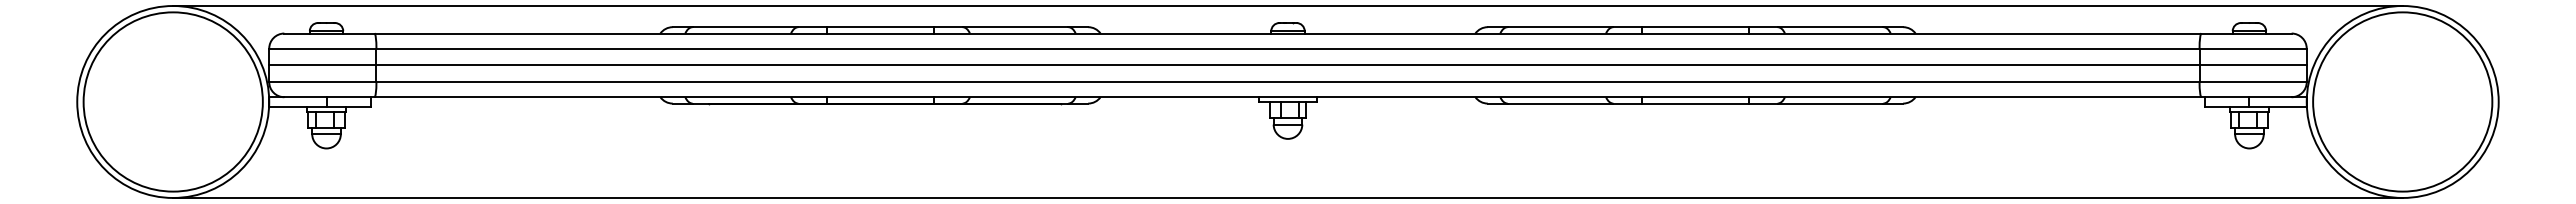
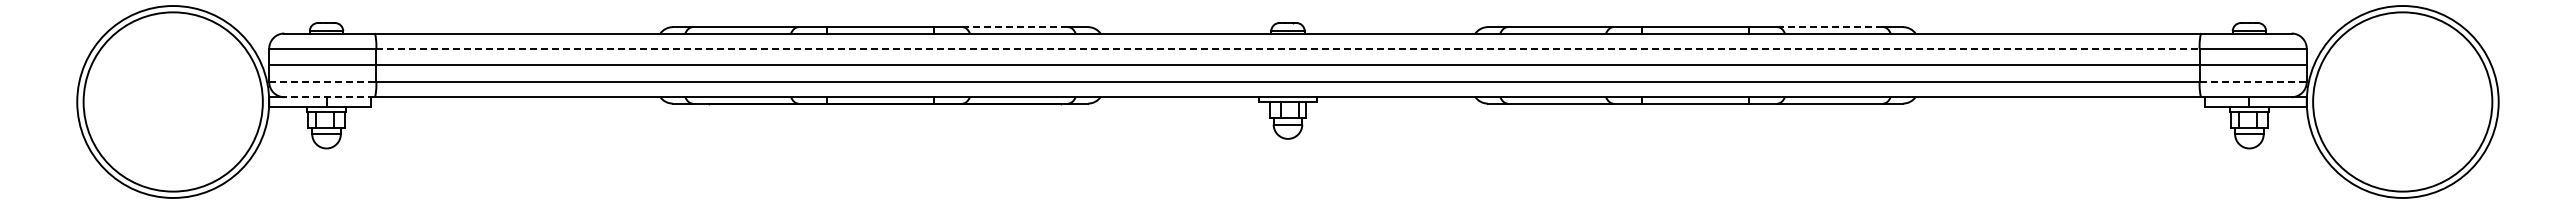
line at (1287, 6): present -> none
line at (1015, 27): solid -> dashed
line at (1830, 27): solid -> dashed
line at (1288, 48): solid -> dashed
line at (322, 82): solid -> dashed
line at (2253, 82): solid -> dashed
line at (328, 97): solid -> dashed
line at (1287, 197): present -> none
